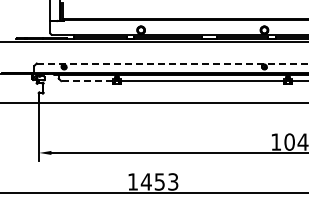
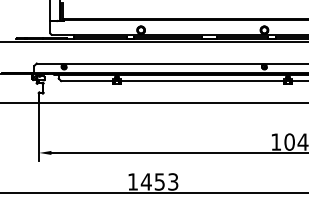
line at (172, 63): dashed -> solid
line at (86, 81): dashed -> solid
